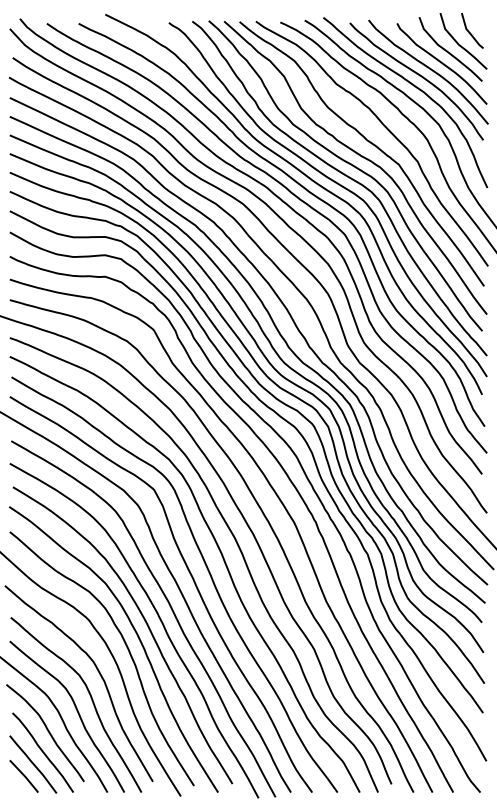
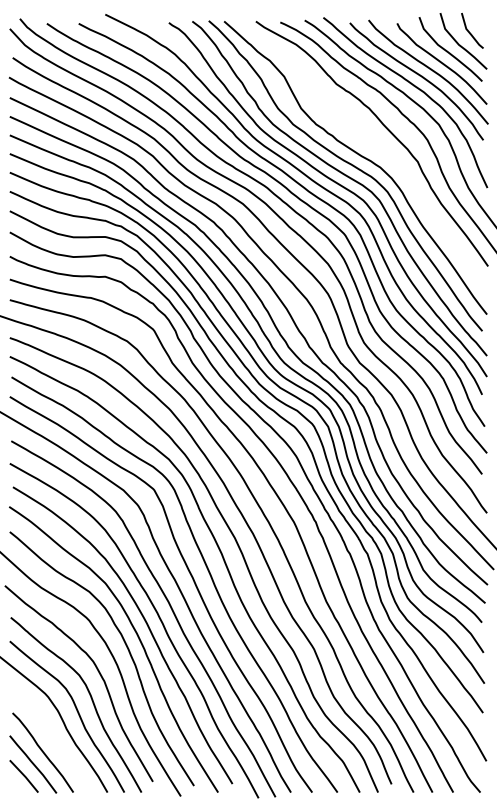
curve at (368, 142): present -> none
curve at (47, 731): present -> none
